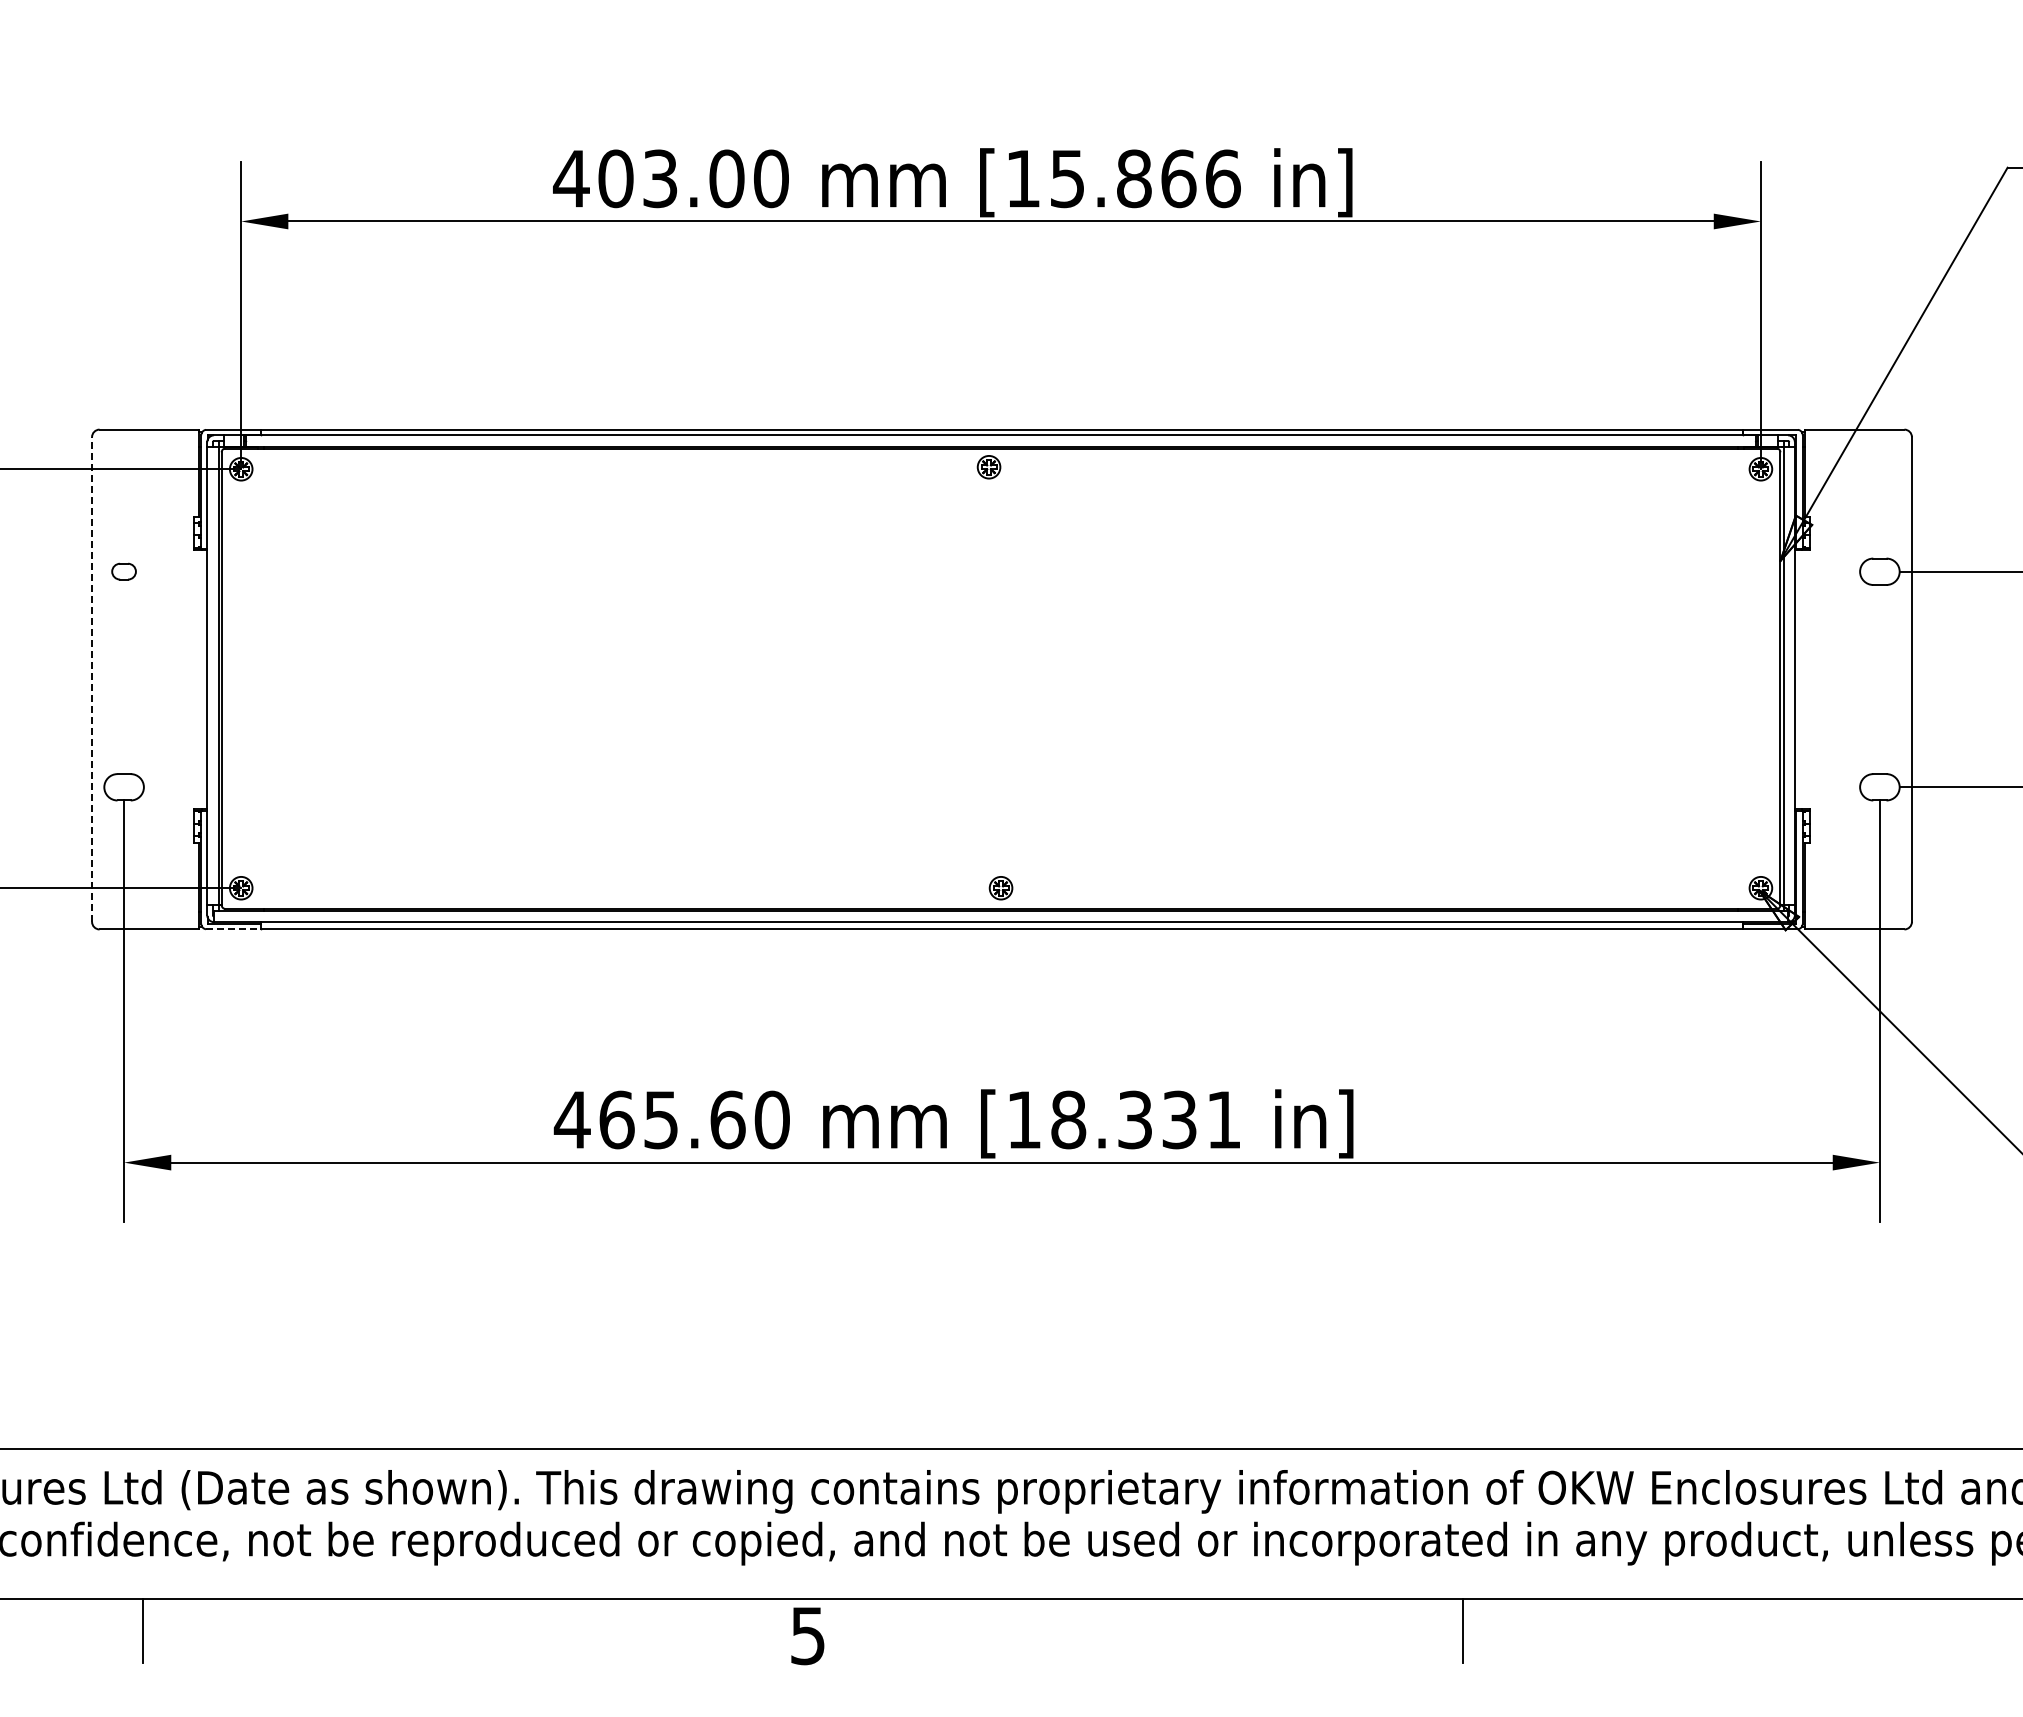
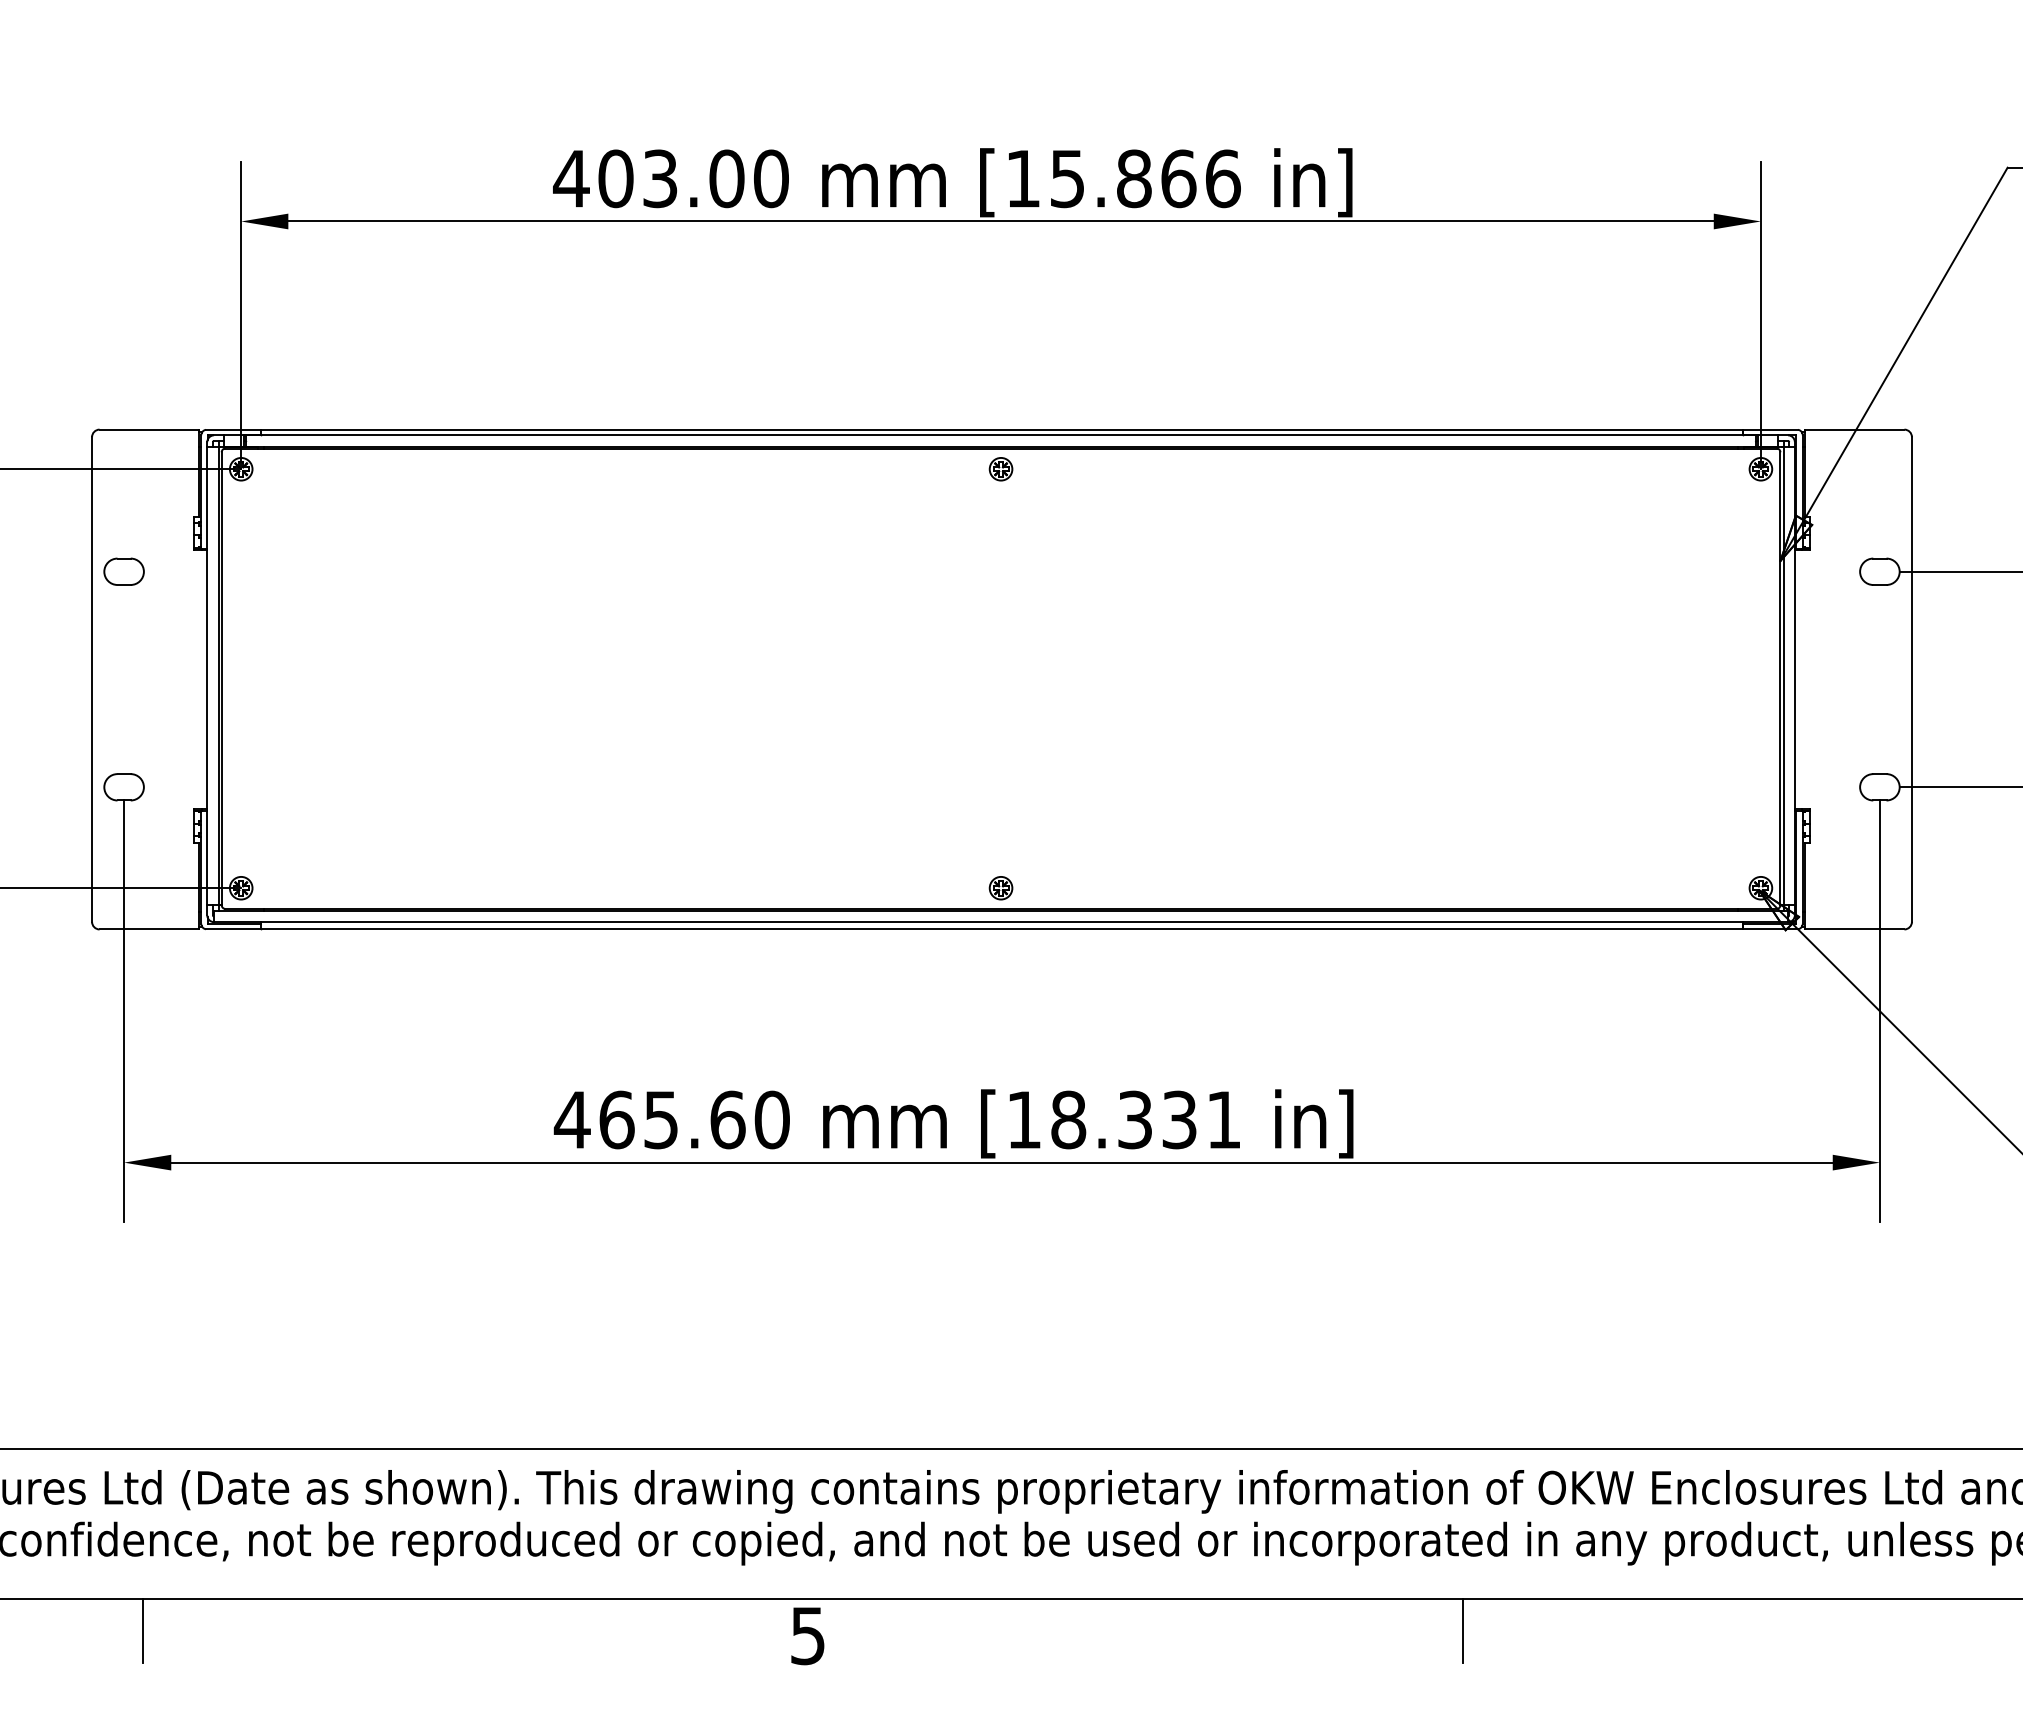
part at (988, 467) position: (988, 467) -> (1000, 469)
part at (123, 571) size: 26x19 px -> 42x29 px
line at (92, 679): dashed -> solid
line at (233, 929): dashed -> solid
